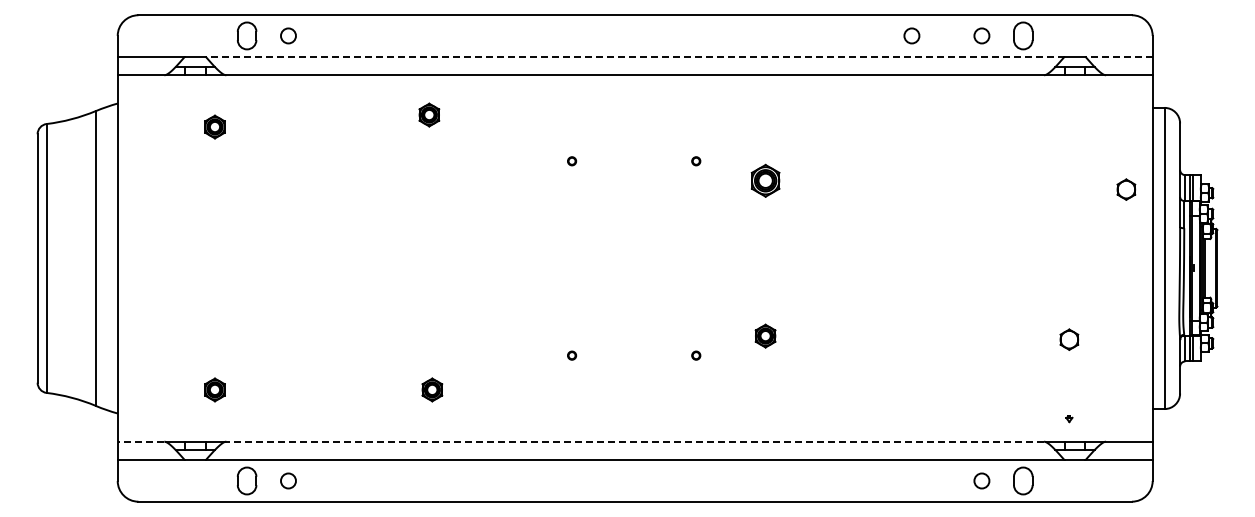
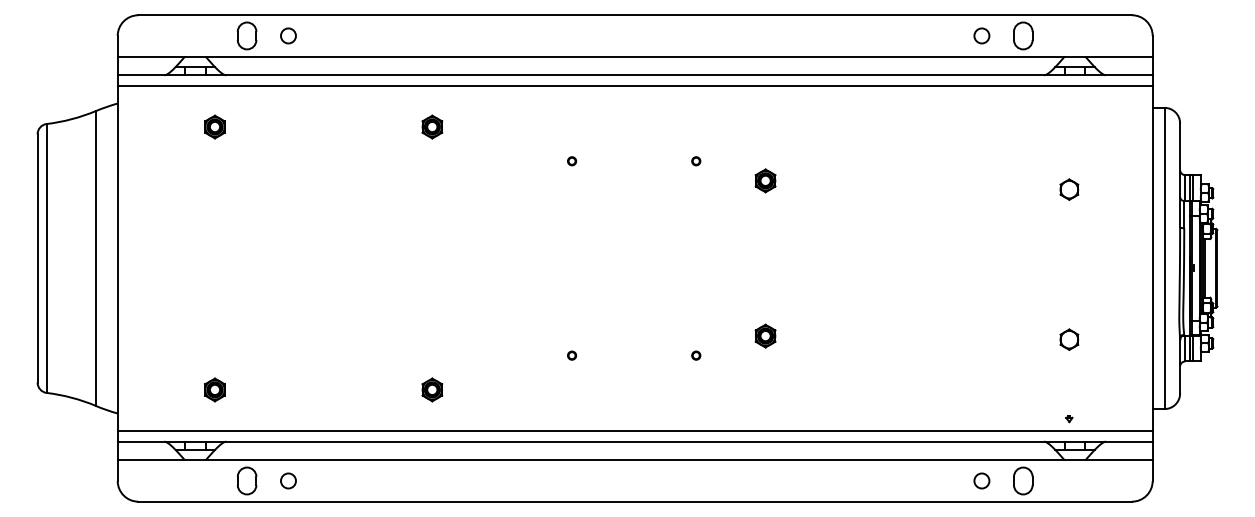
circle at (911, 35): present -> none
line at (635, 56): dashed -> solid
line at (1119, 56): dashed -> solid
line at (634, 85): none -> present
part at (429, 114) position: (429, 114) -> (432, 126)
part at (765, 180) size: 31x35 px -> 23x26 px
part at (1126, 189) position: (1126, 189) -> (1069, 189)
line at (634, 431): none -> present
line at (140, 441): dashed -> solid
line at (635, 441): dashed -> solid
